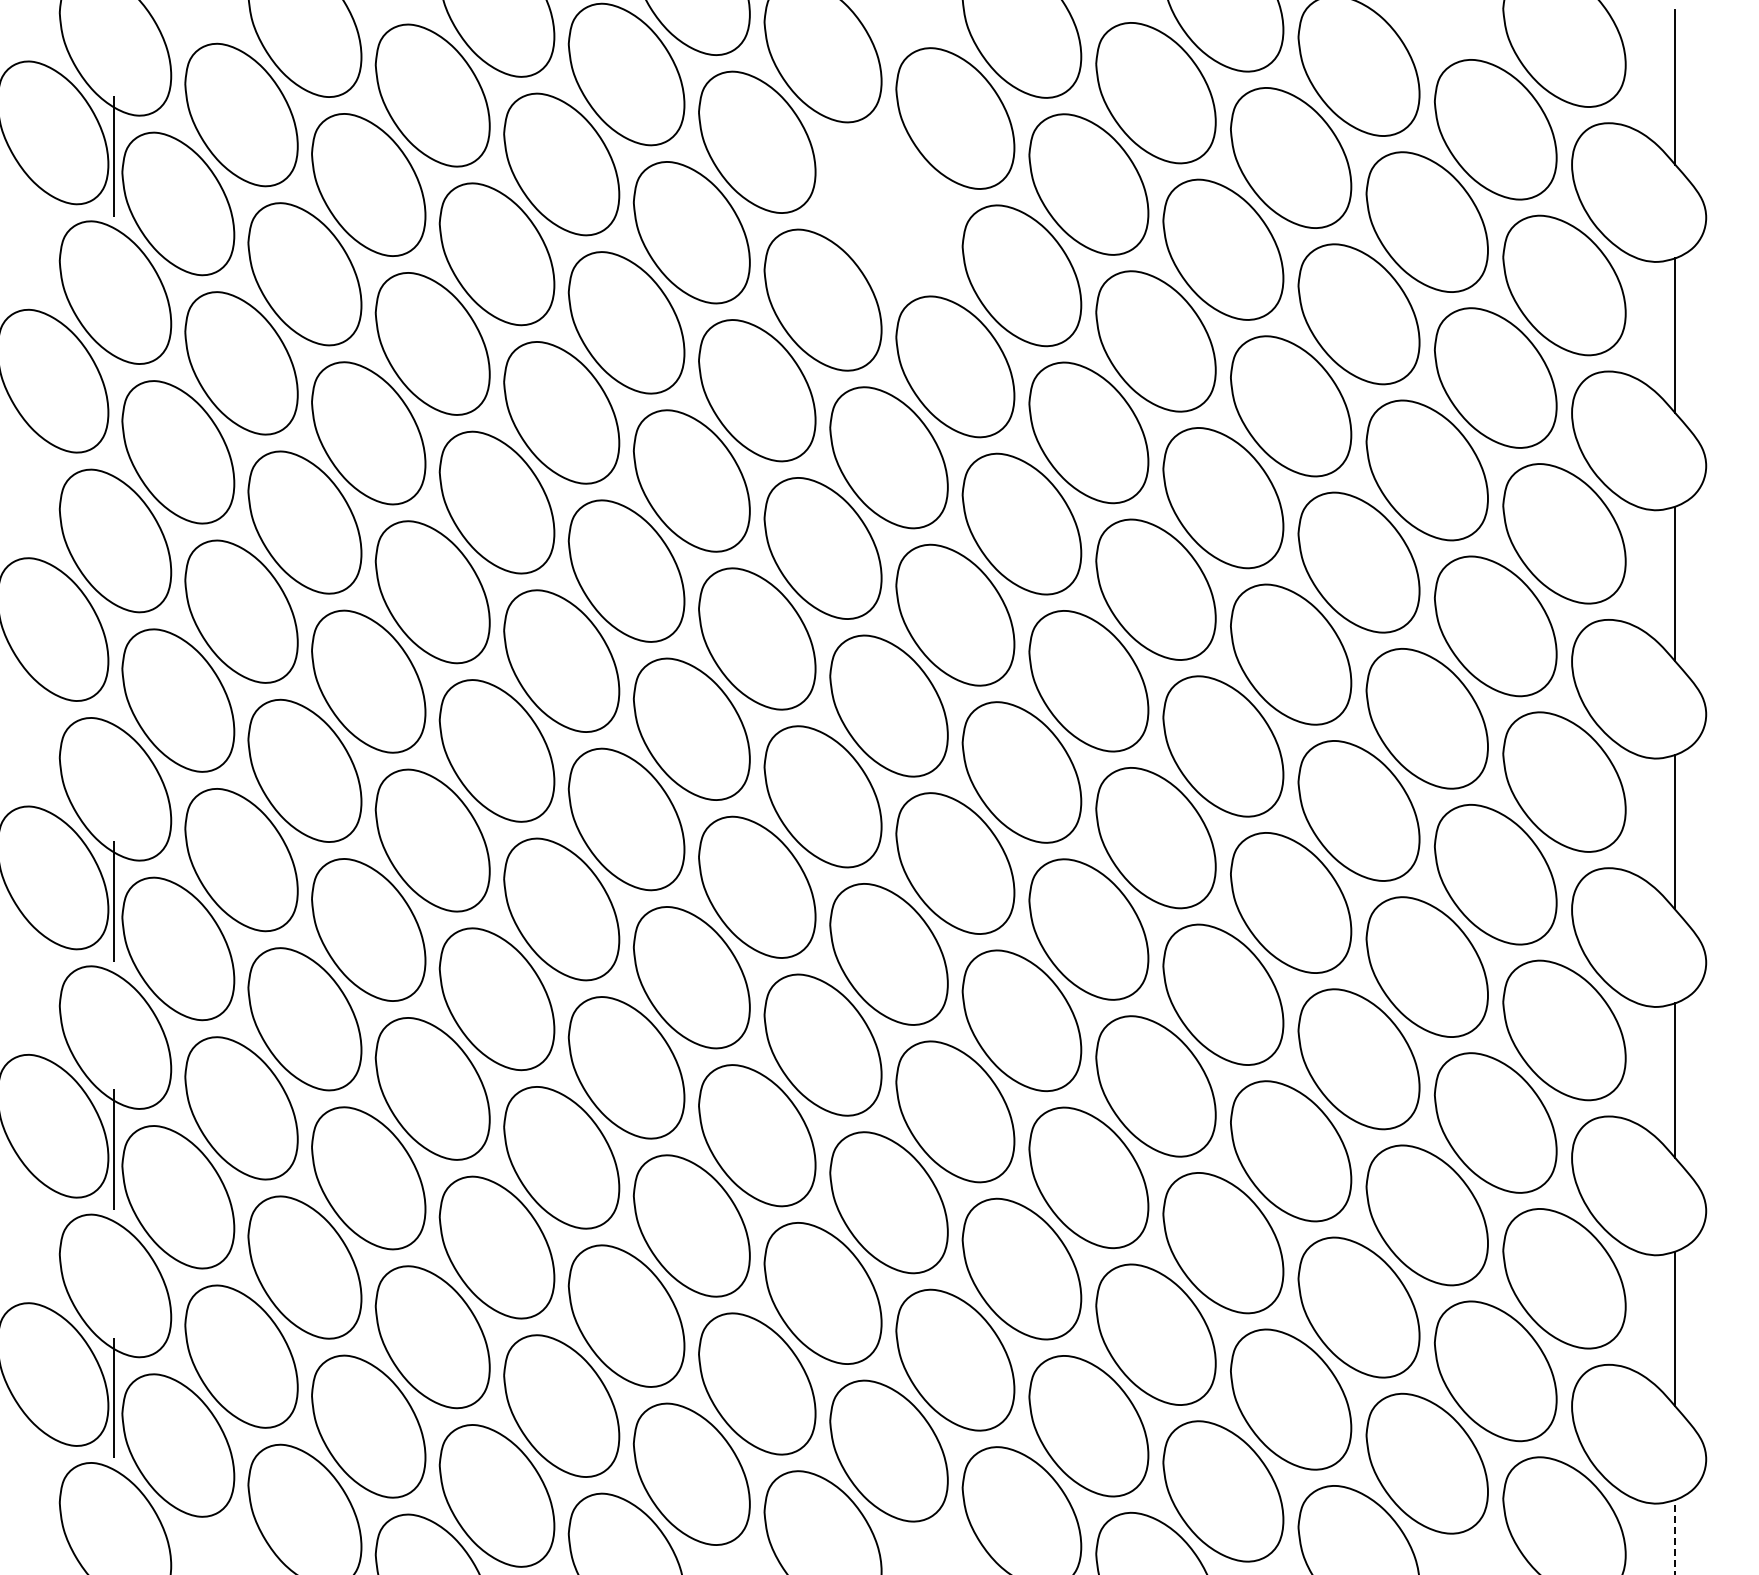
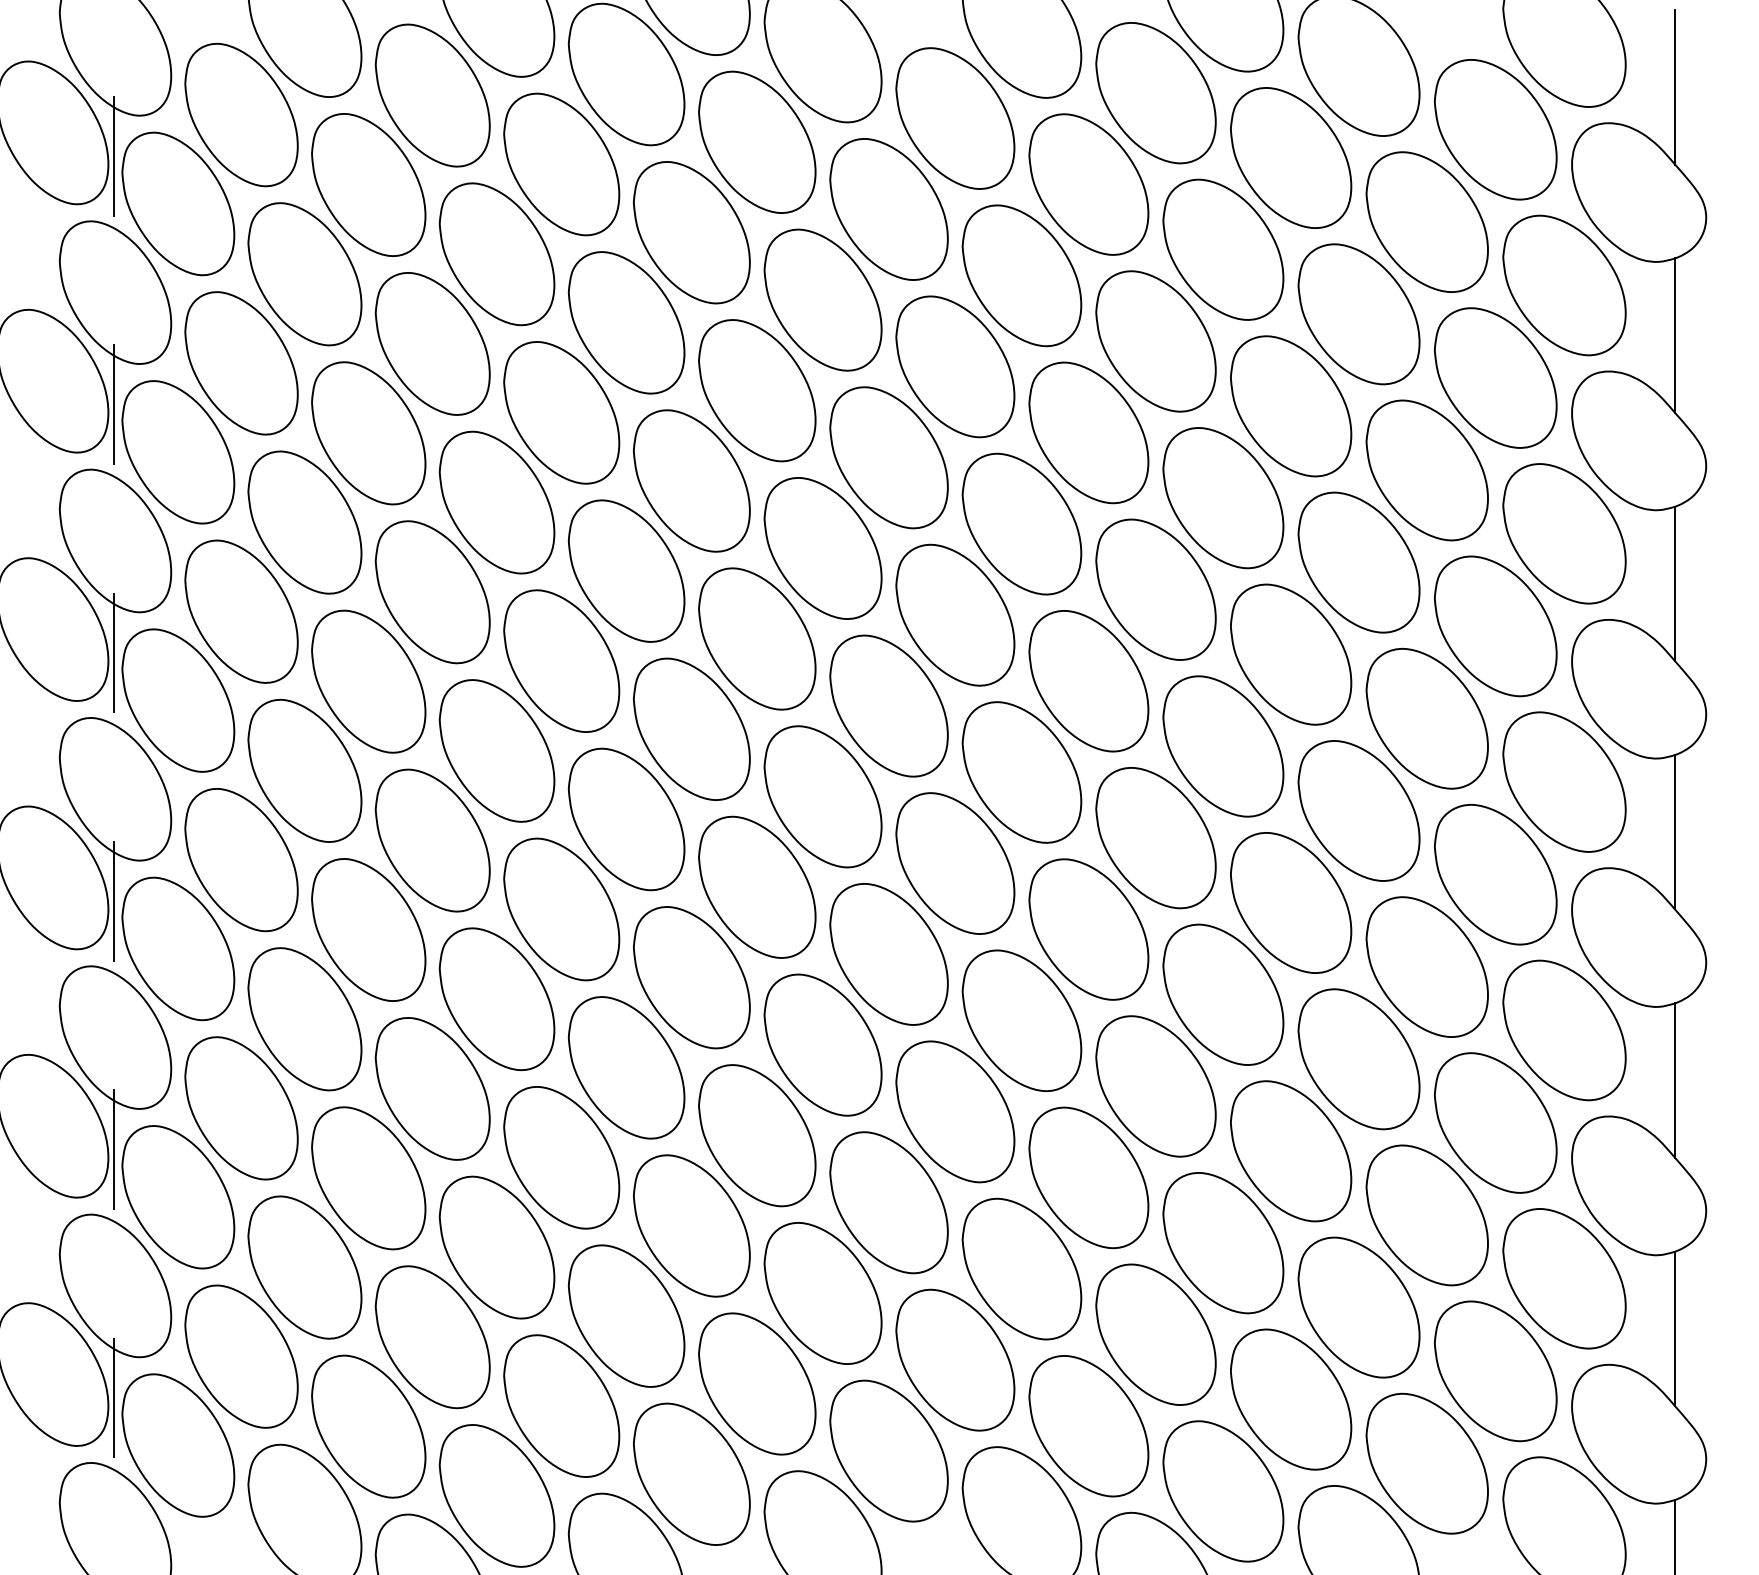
part at (888, 209): none -> present
line at (114, 404): none -> present
line at (114, 652): none -> present
line at (1675, 1536): dashed -> solid
